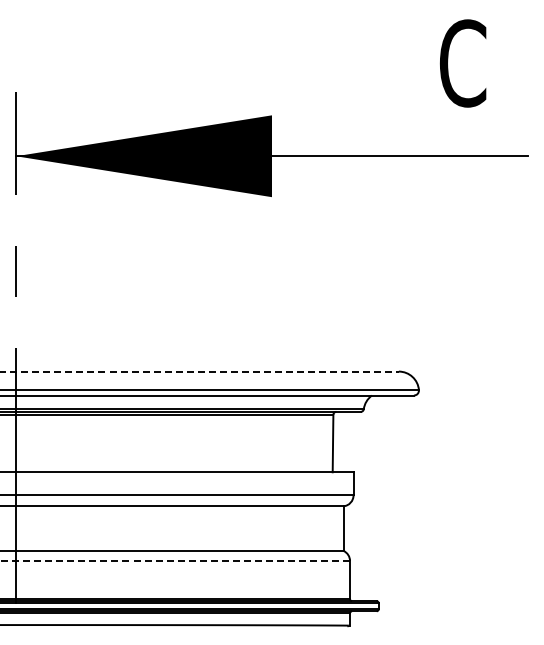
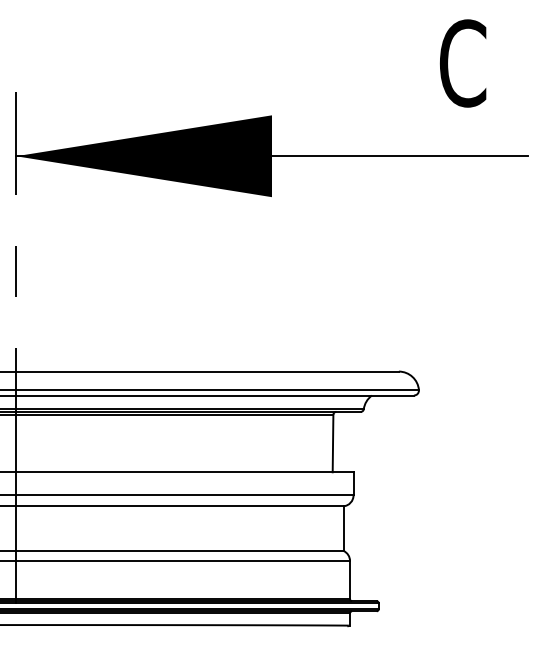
line at (199, 371): dashed -> solid
line at (175, 560): dashed -> solid
